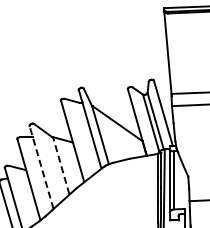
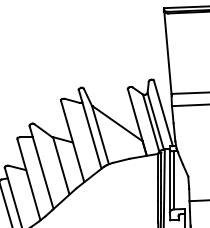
line at (61, 165): dashed -> solid
line at (41, 167): dashed -> solid
